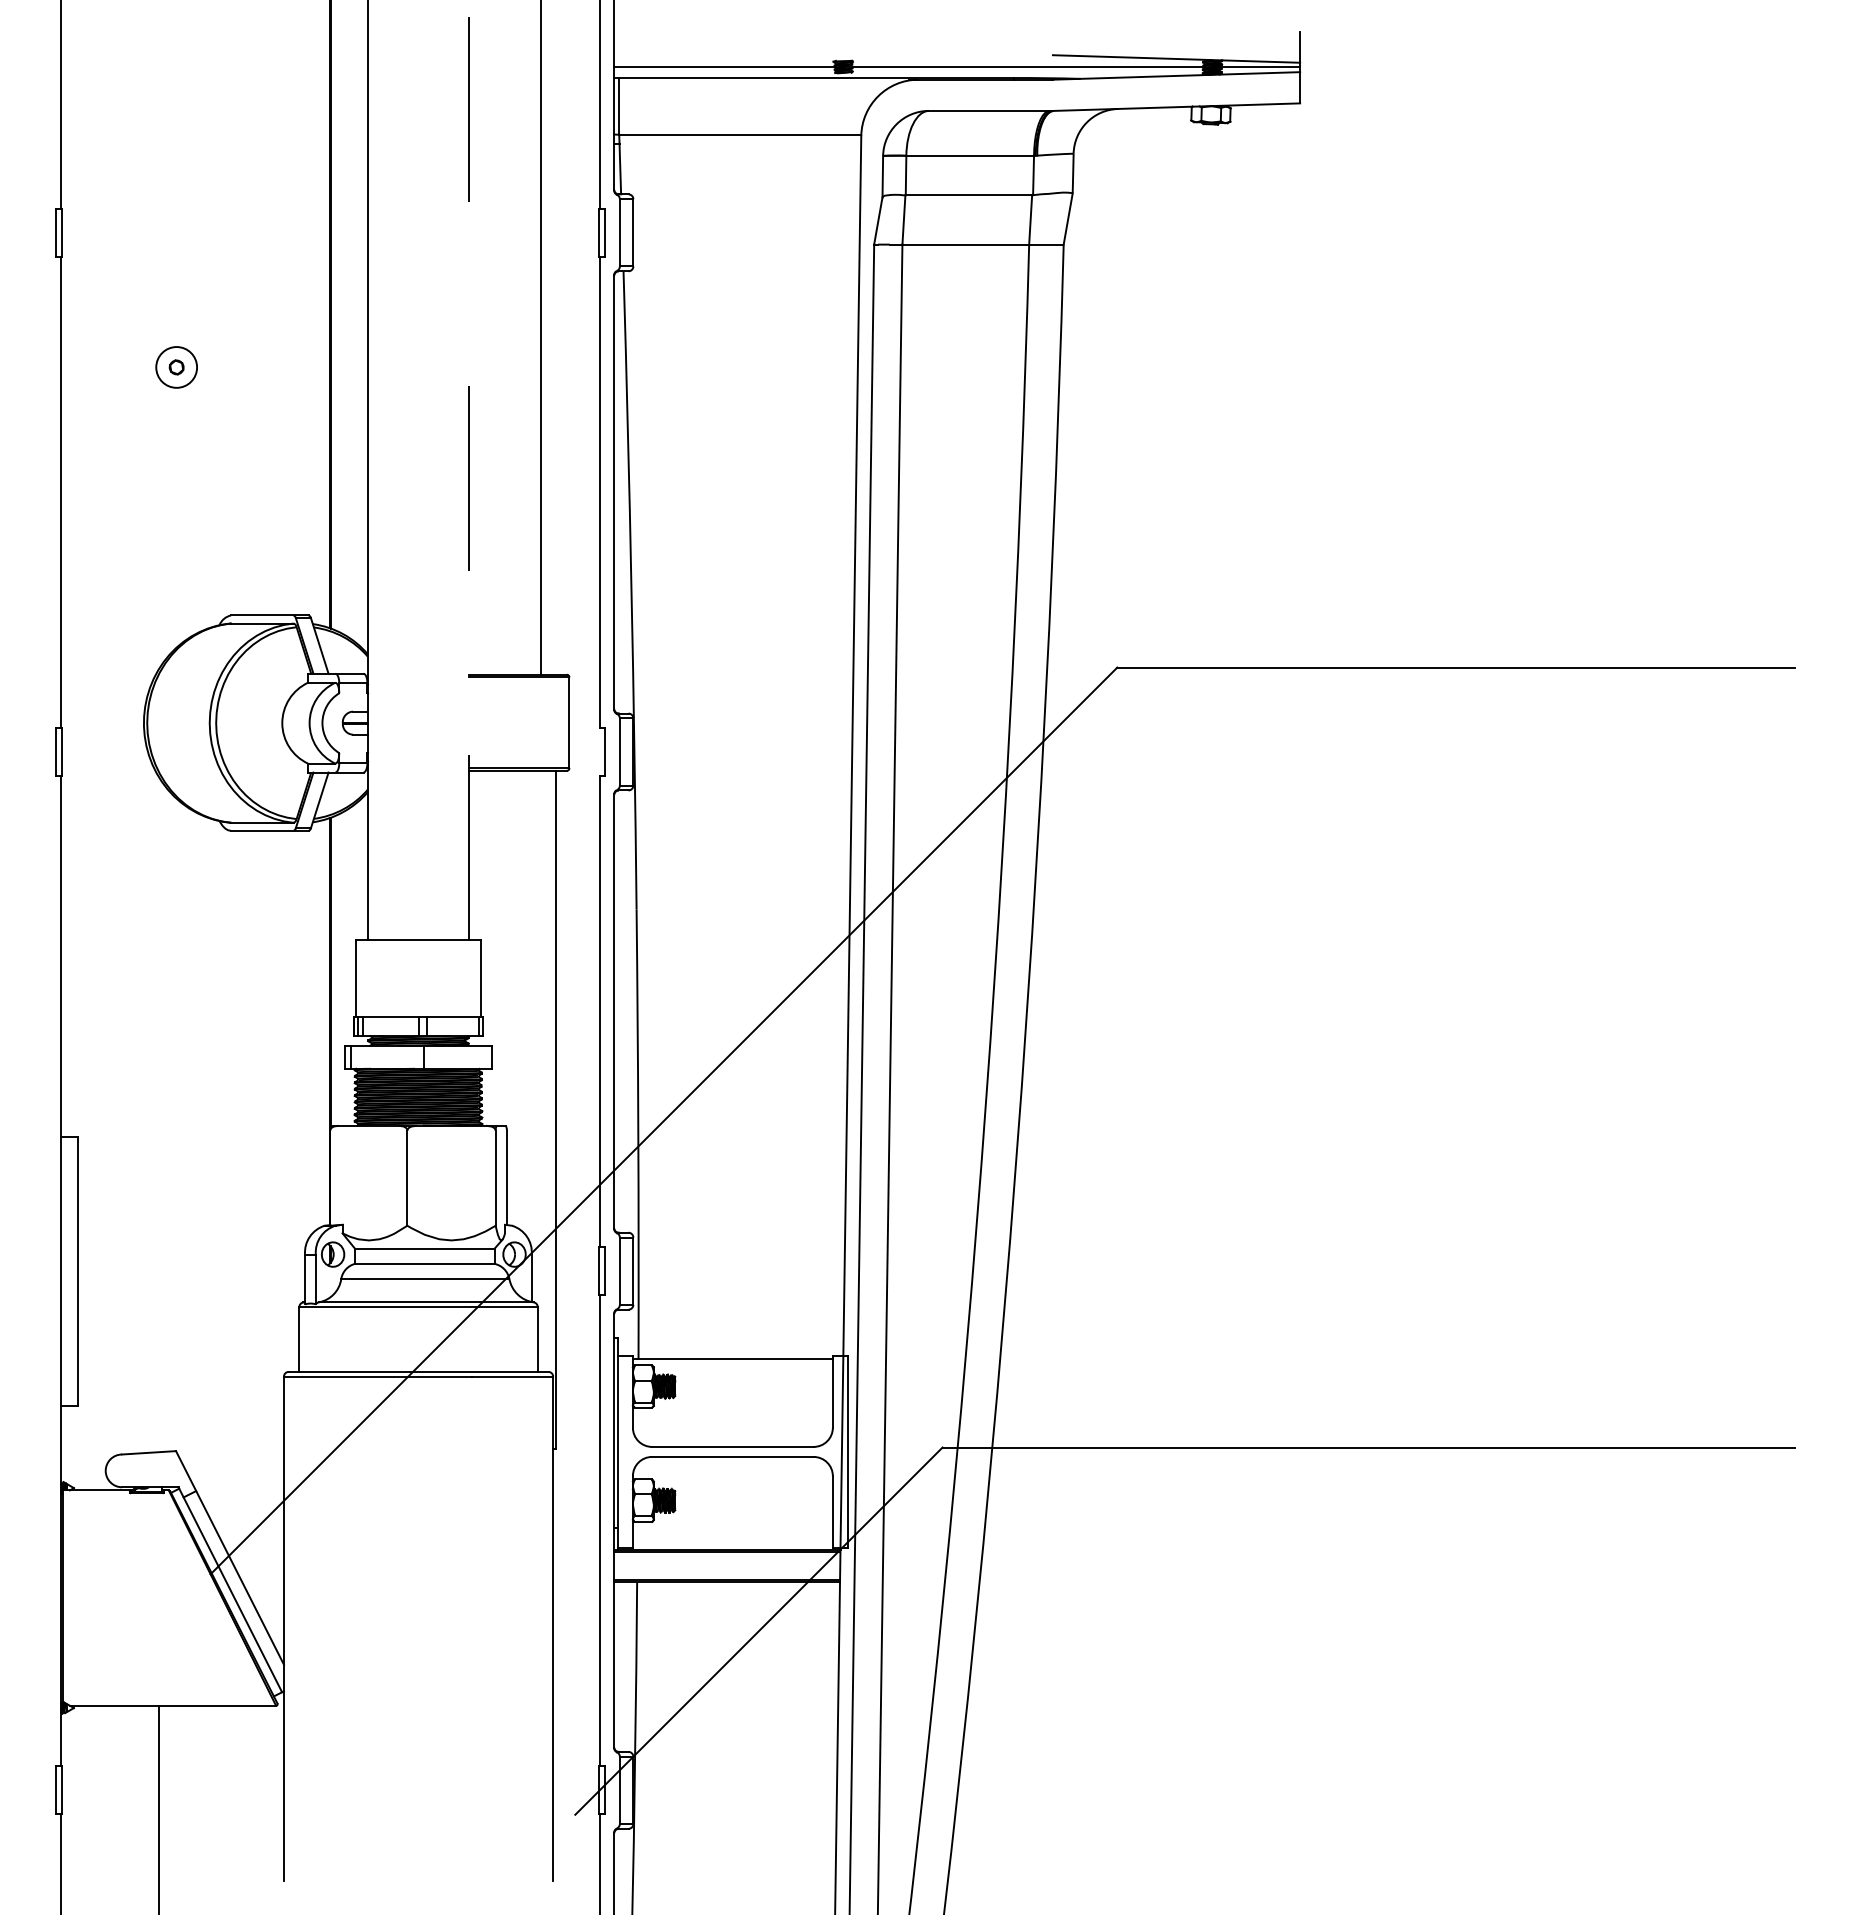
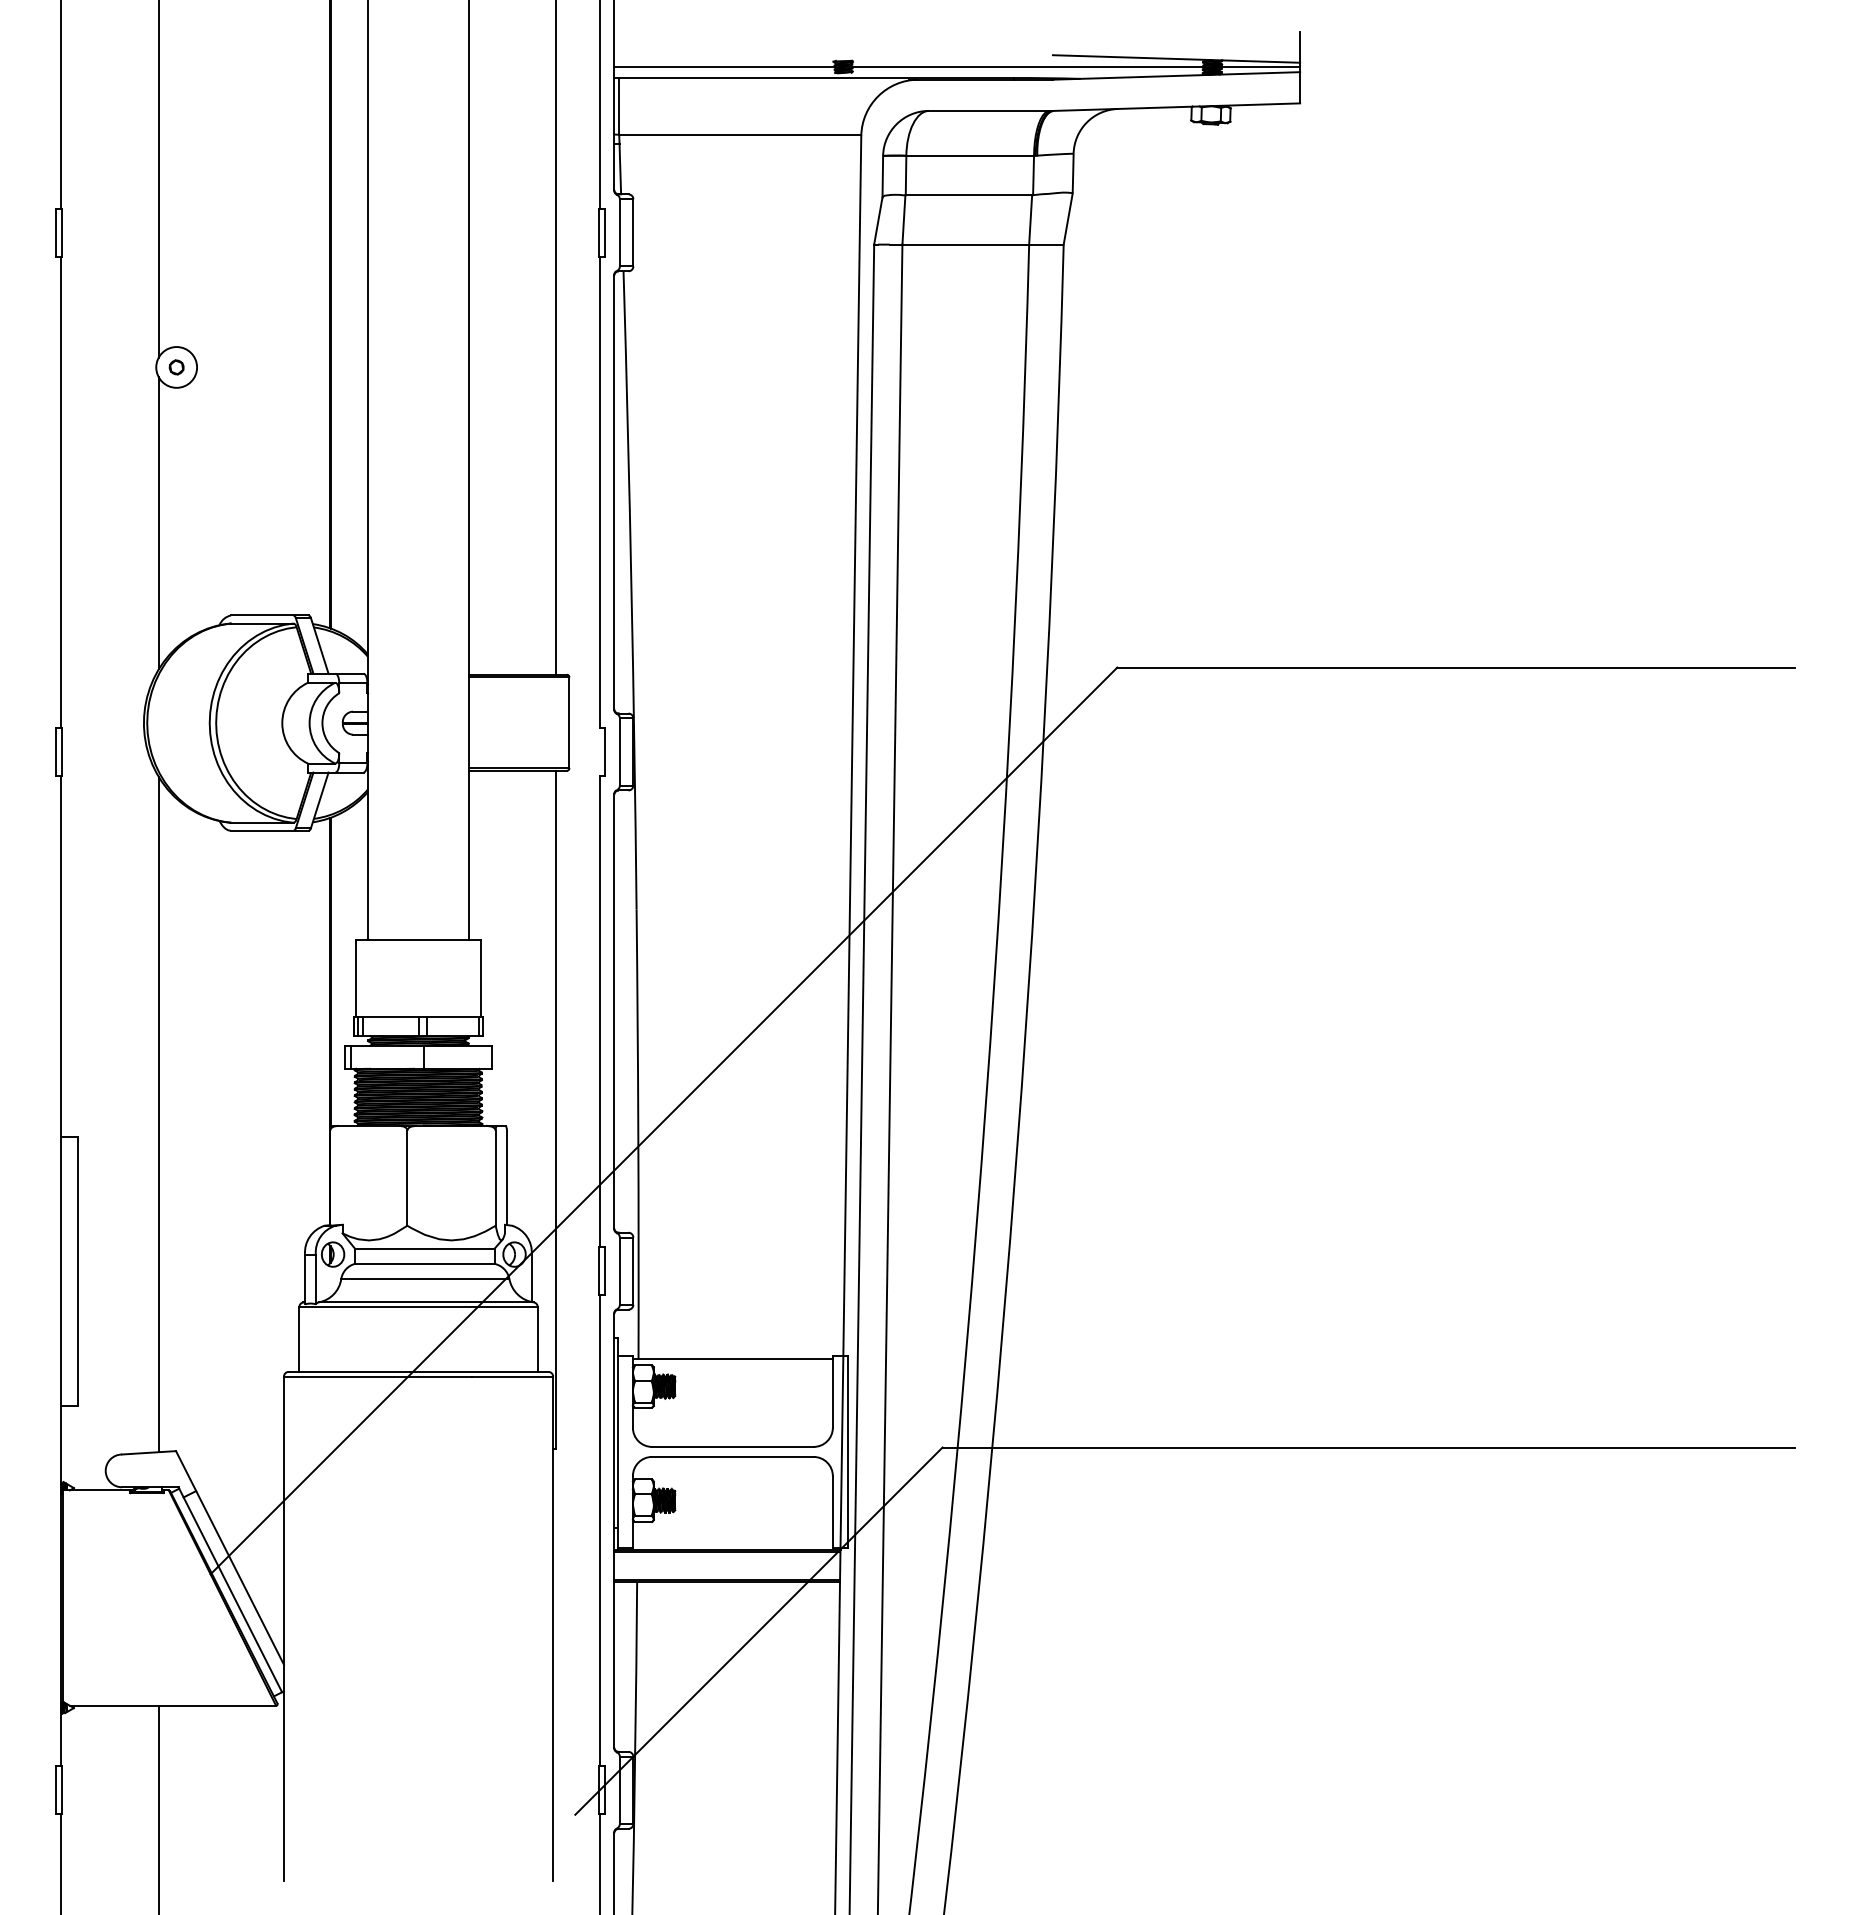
line at (158, 179): none -> present
line at (541, 338) position: (541, 338) -> (556, 338)
line at (469, 470): dashed -> solid
line at (158, 523): none -> present
line at (158, 1114): none -> present
